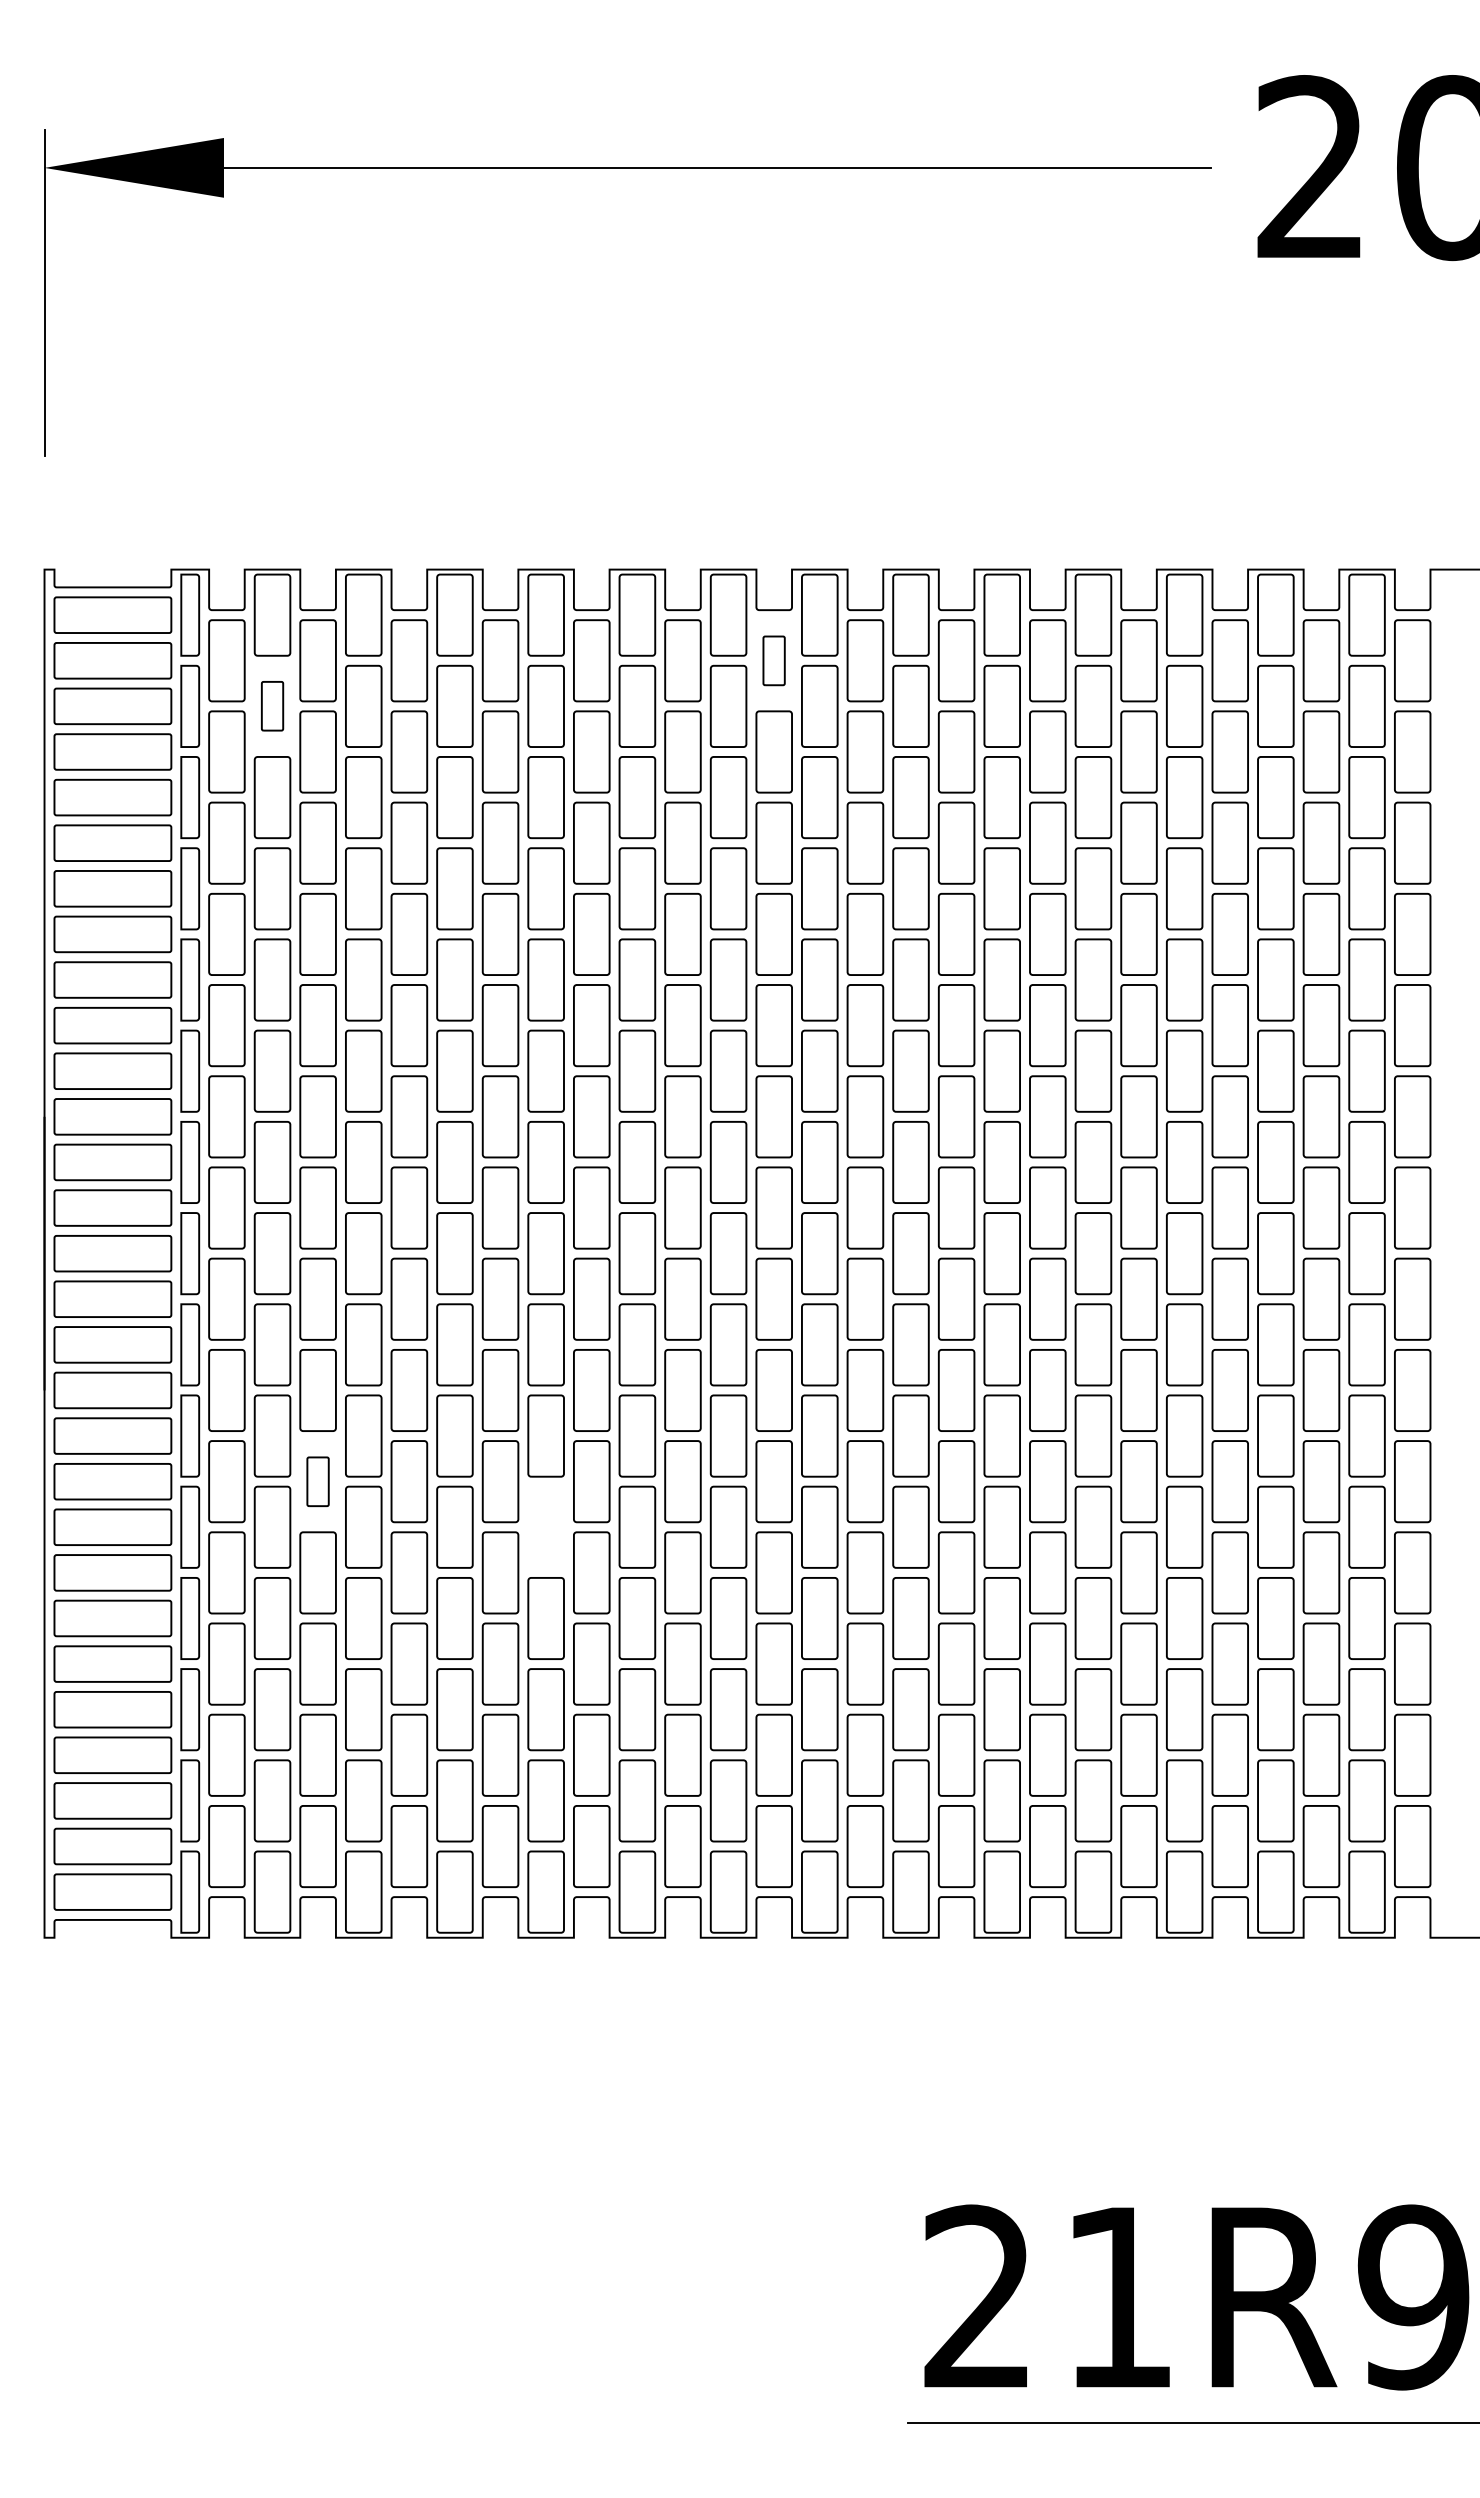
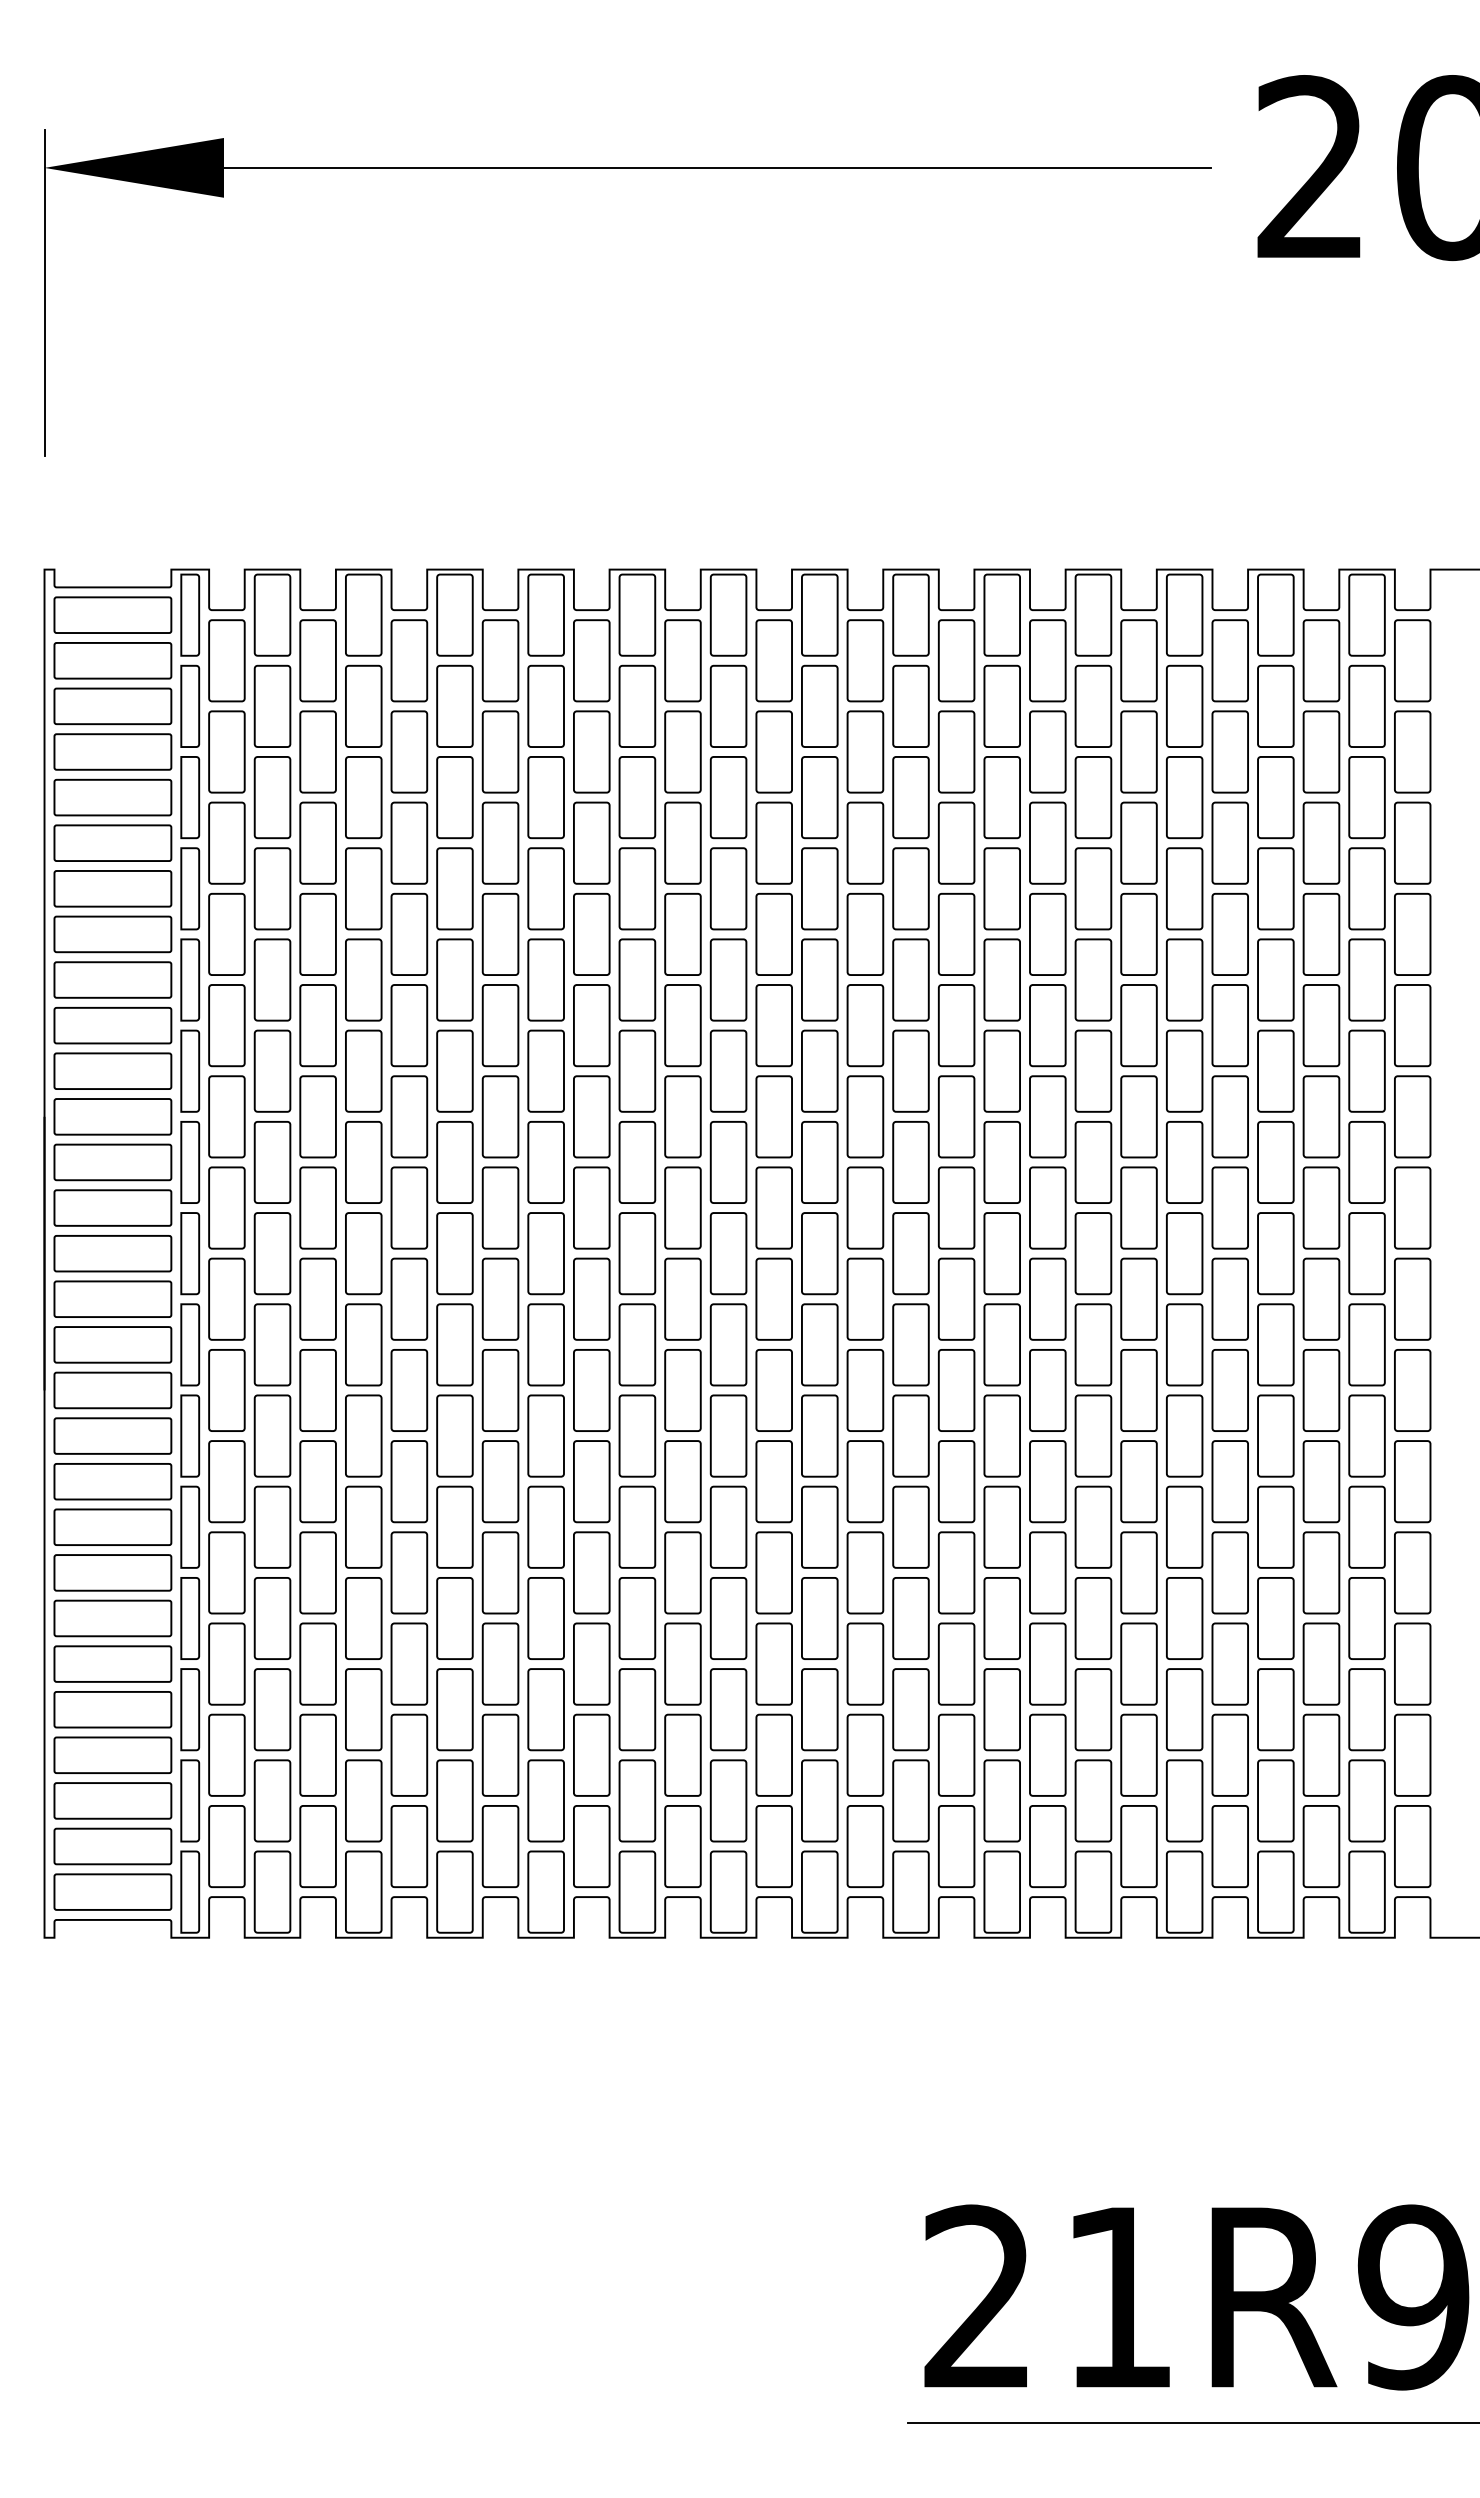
part at (773, 660) size: 24x52 px -> 38x84 px
part at (272, 706) size: 24x51 px -> 39x84 px
part at (317, 1481) size: 24x51 px -> 38x84 px
part at (545, 1526): none -> present
